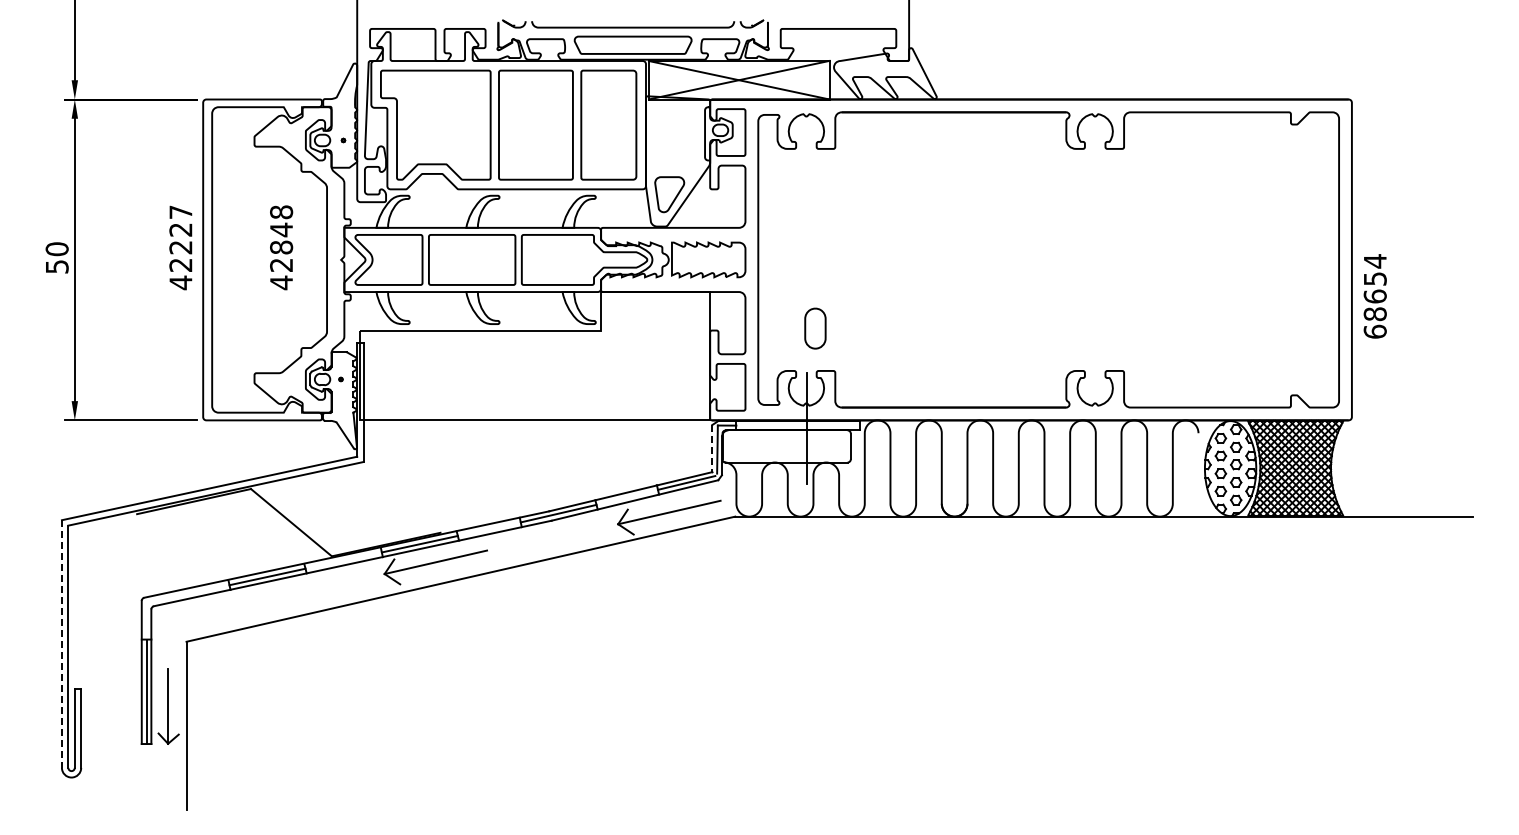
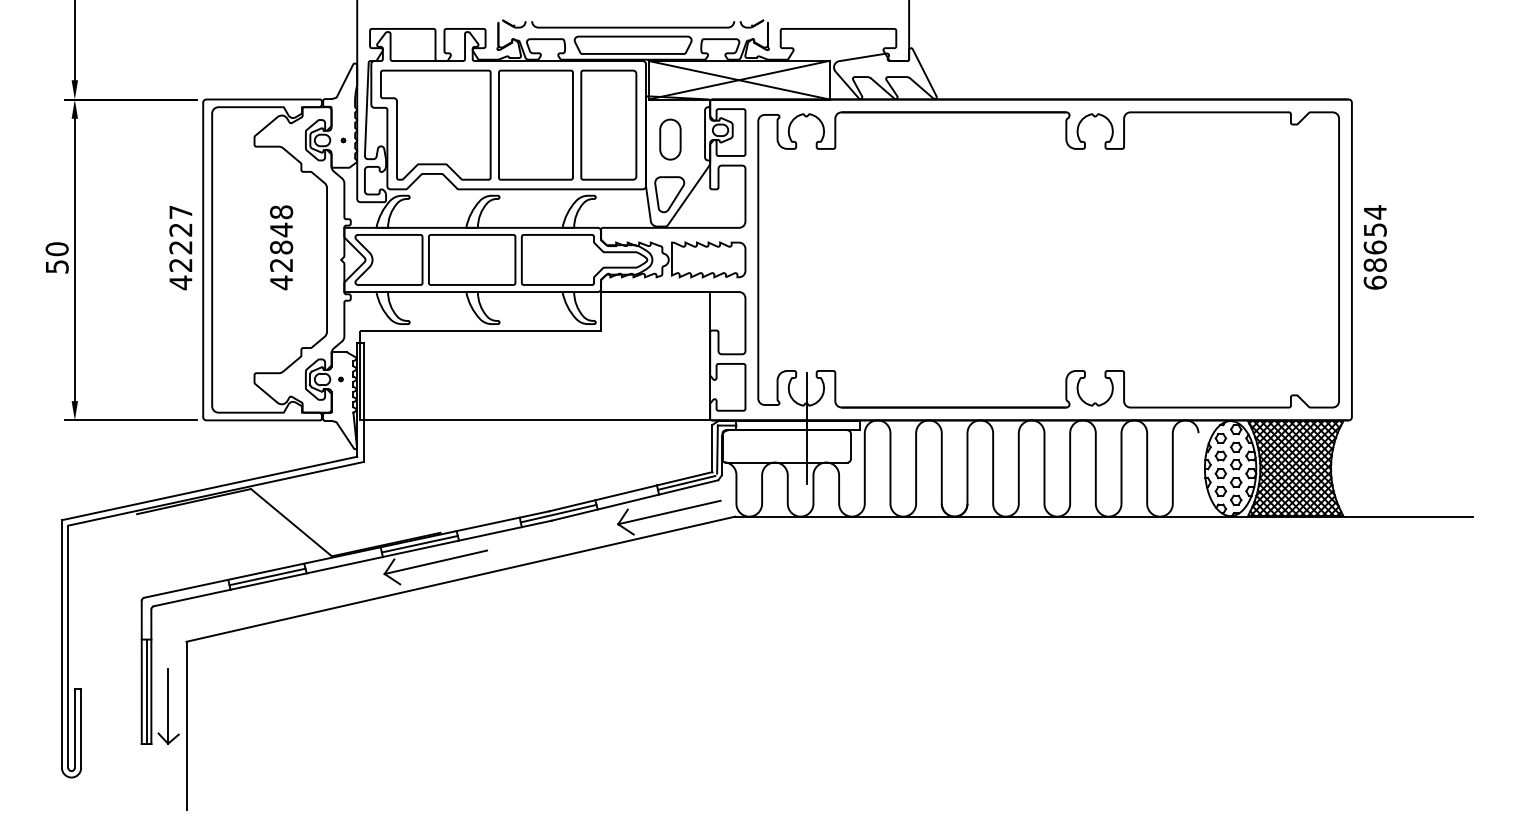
text at (1374, 296) position: (1374, 296) -> (1374, 247)
part at (815, 328) position: (815, 328) -> (670, 139)
line at (712, 448): dashed -> solid
line at (61, 644): dashed -> solid
